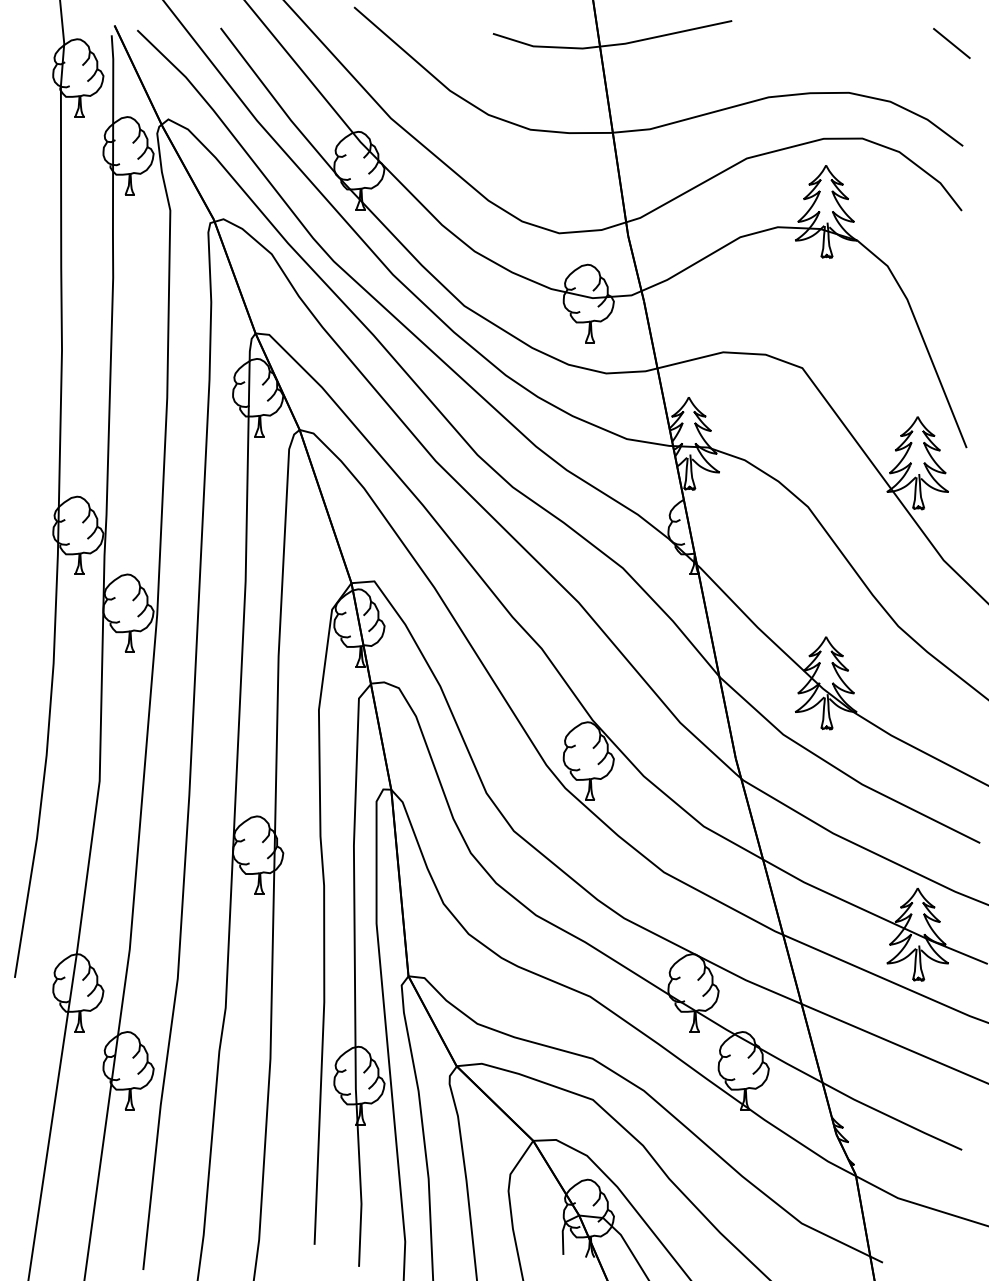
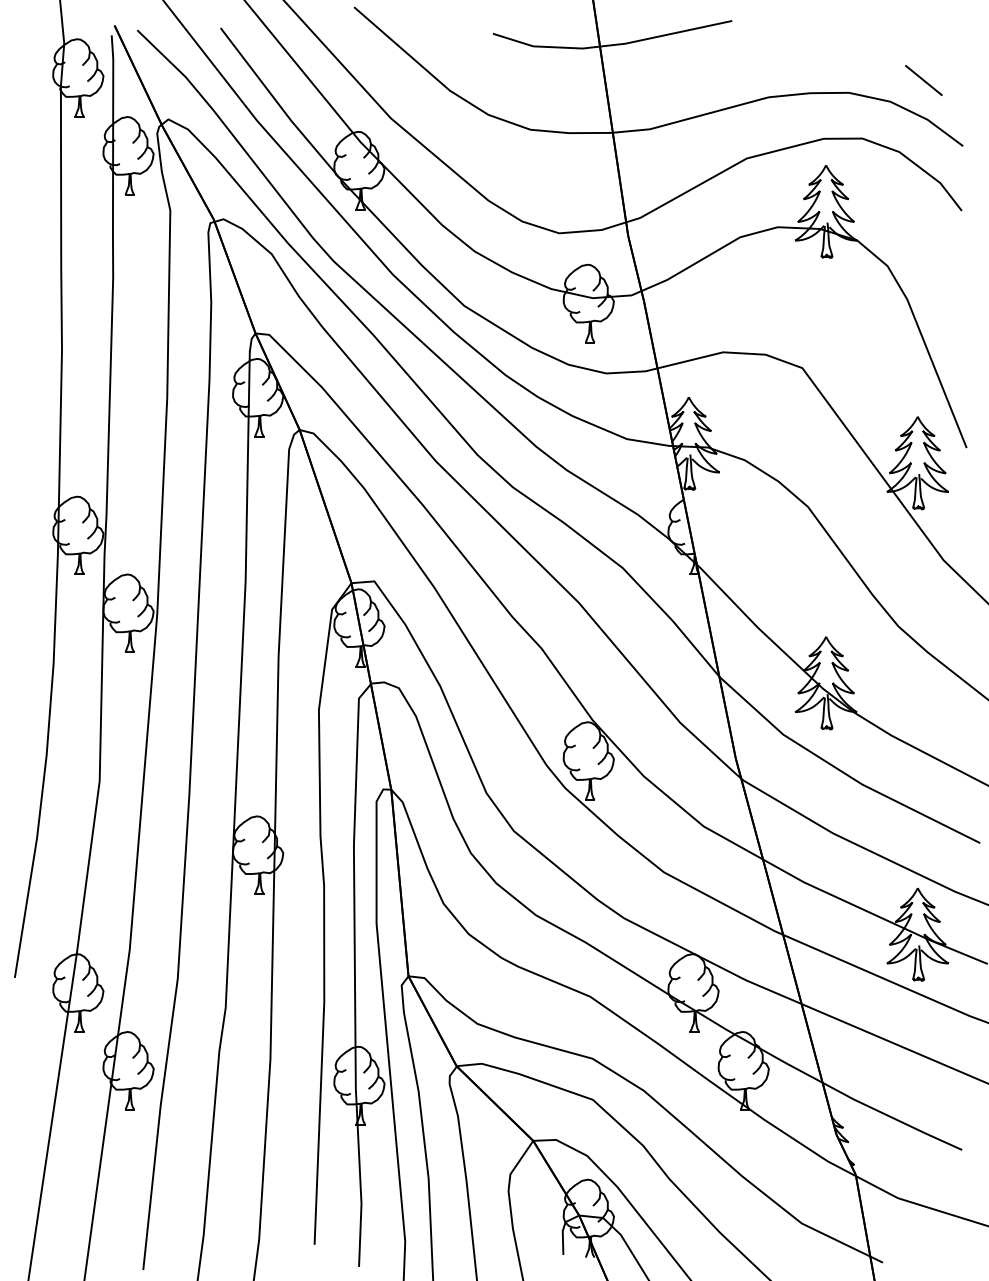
line at (951, 43) position: (951, 43) -> (923, 80)
